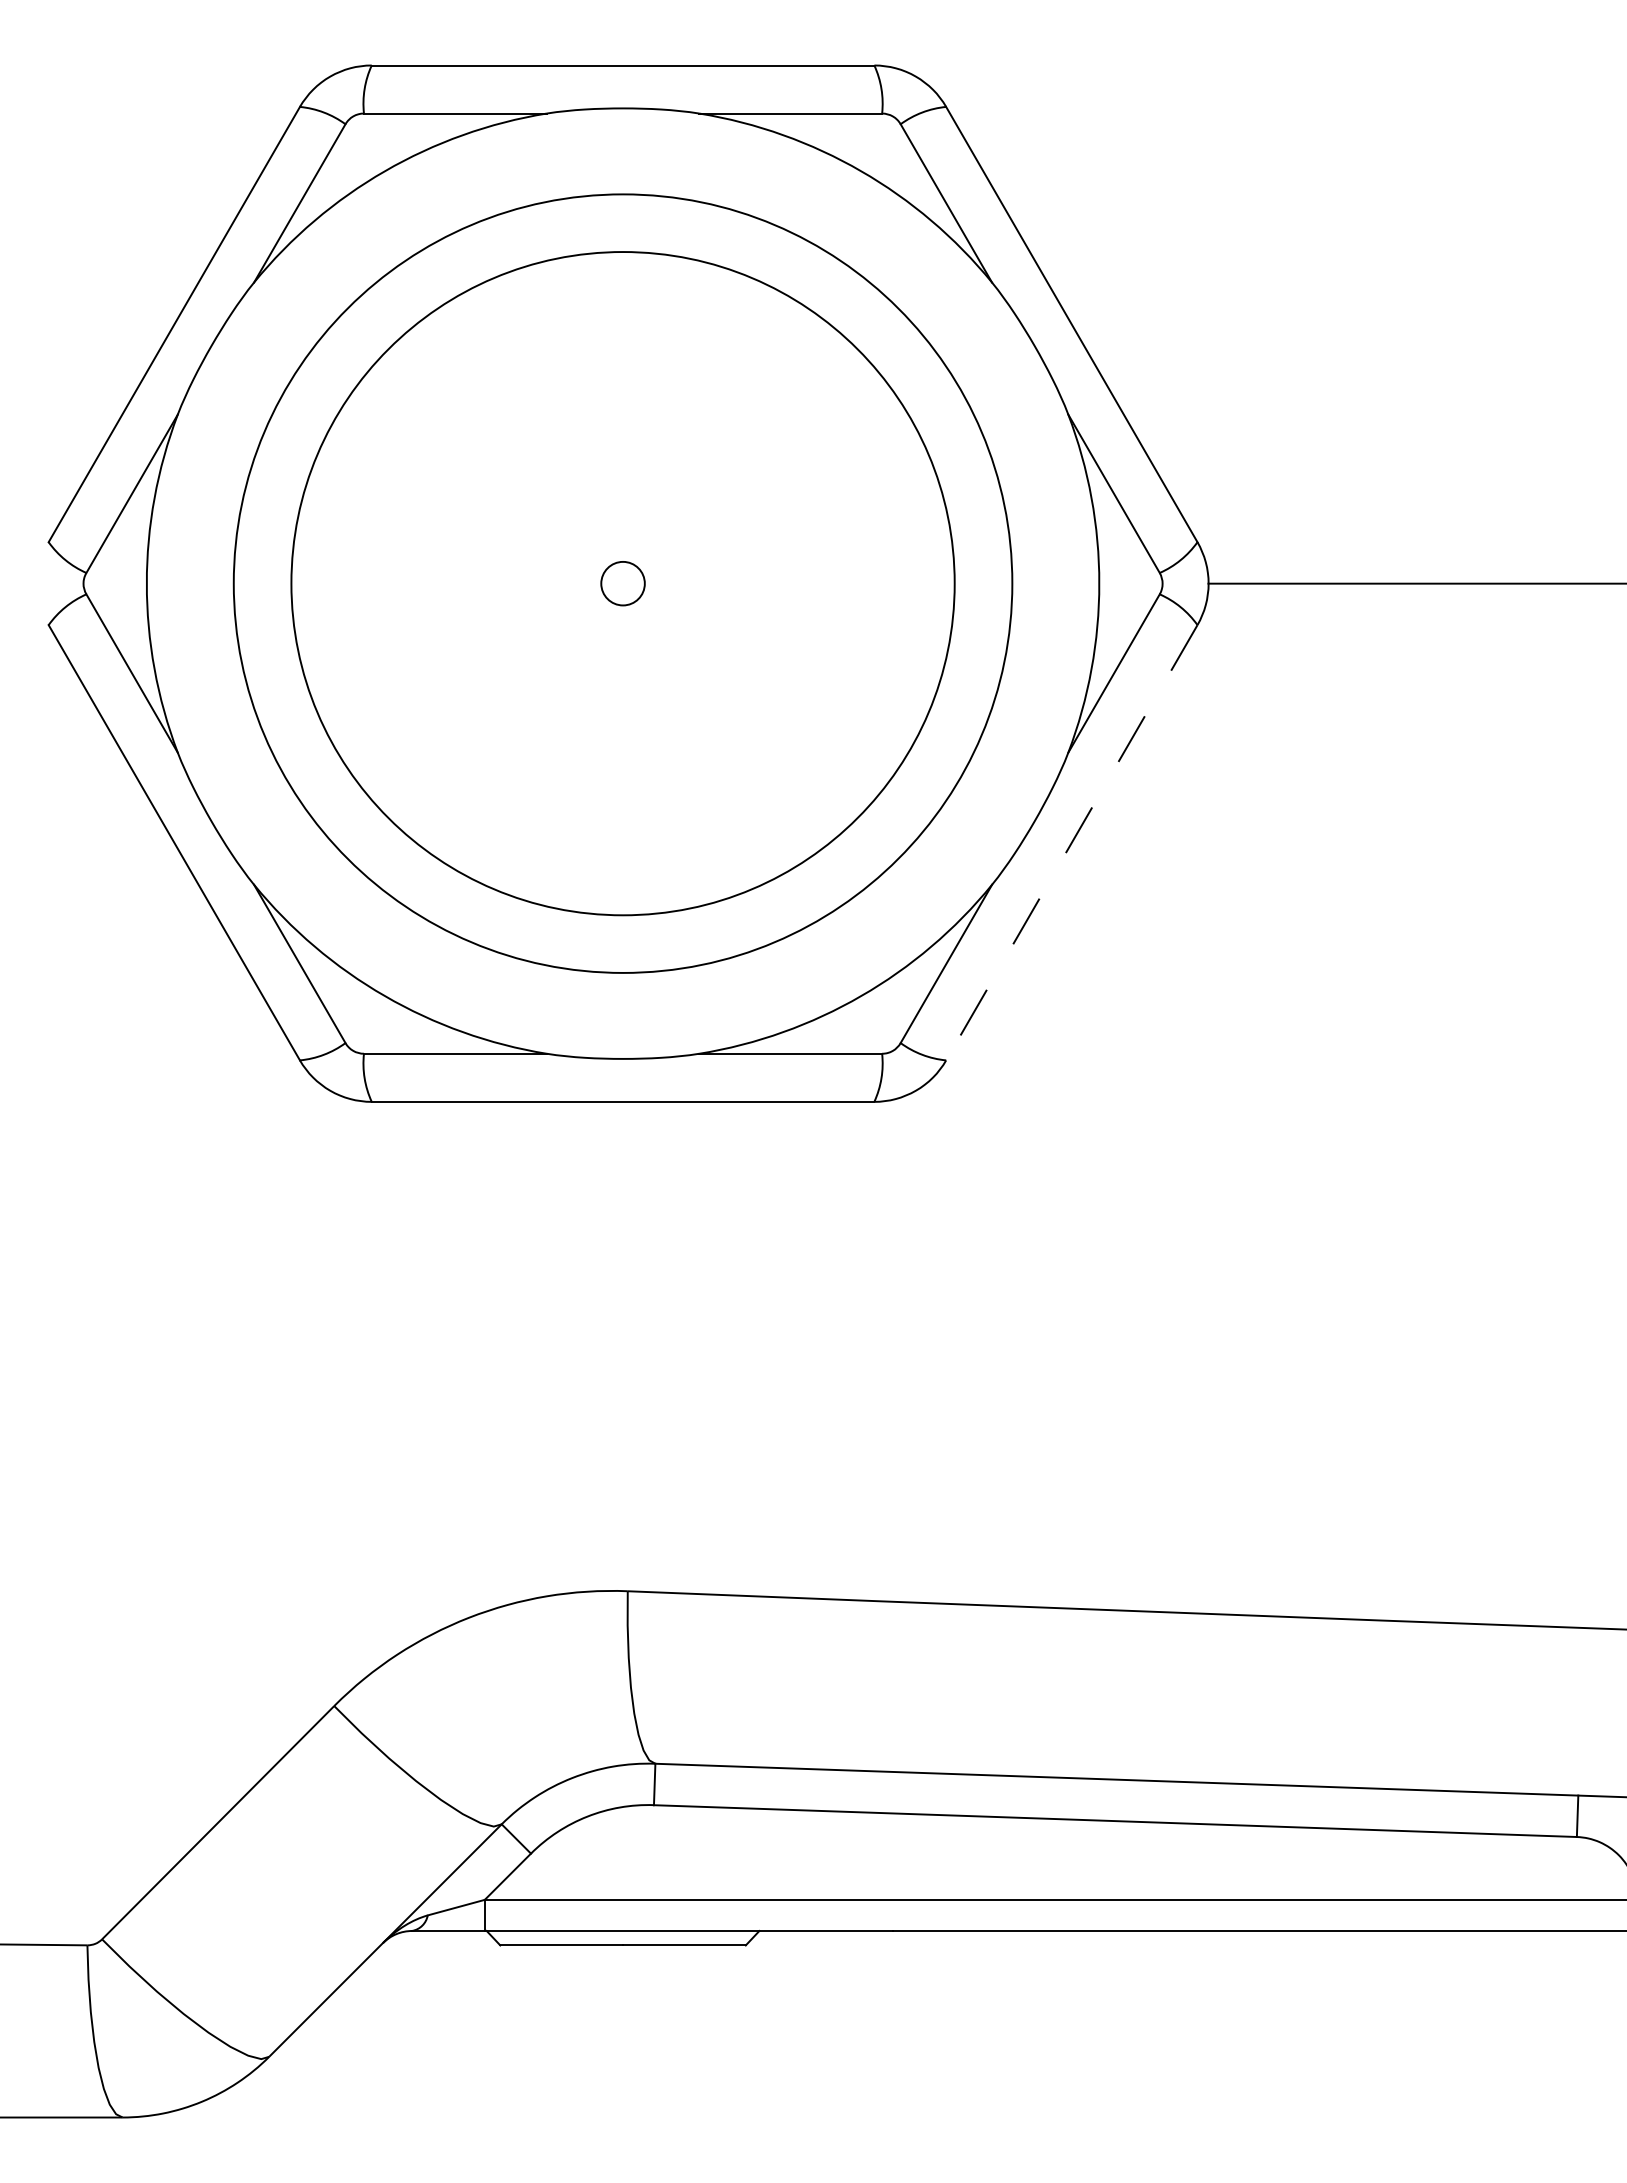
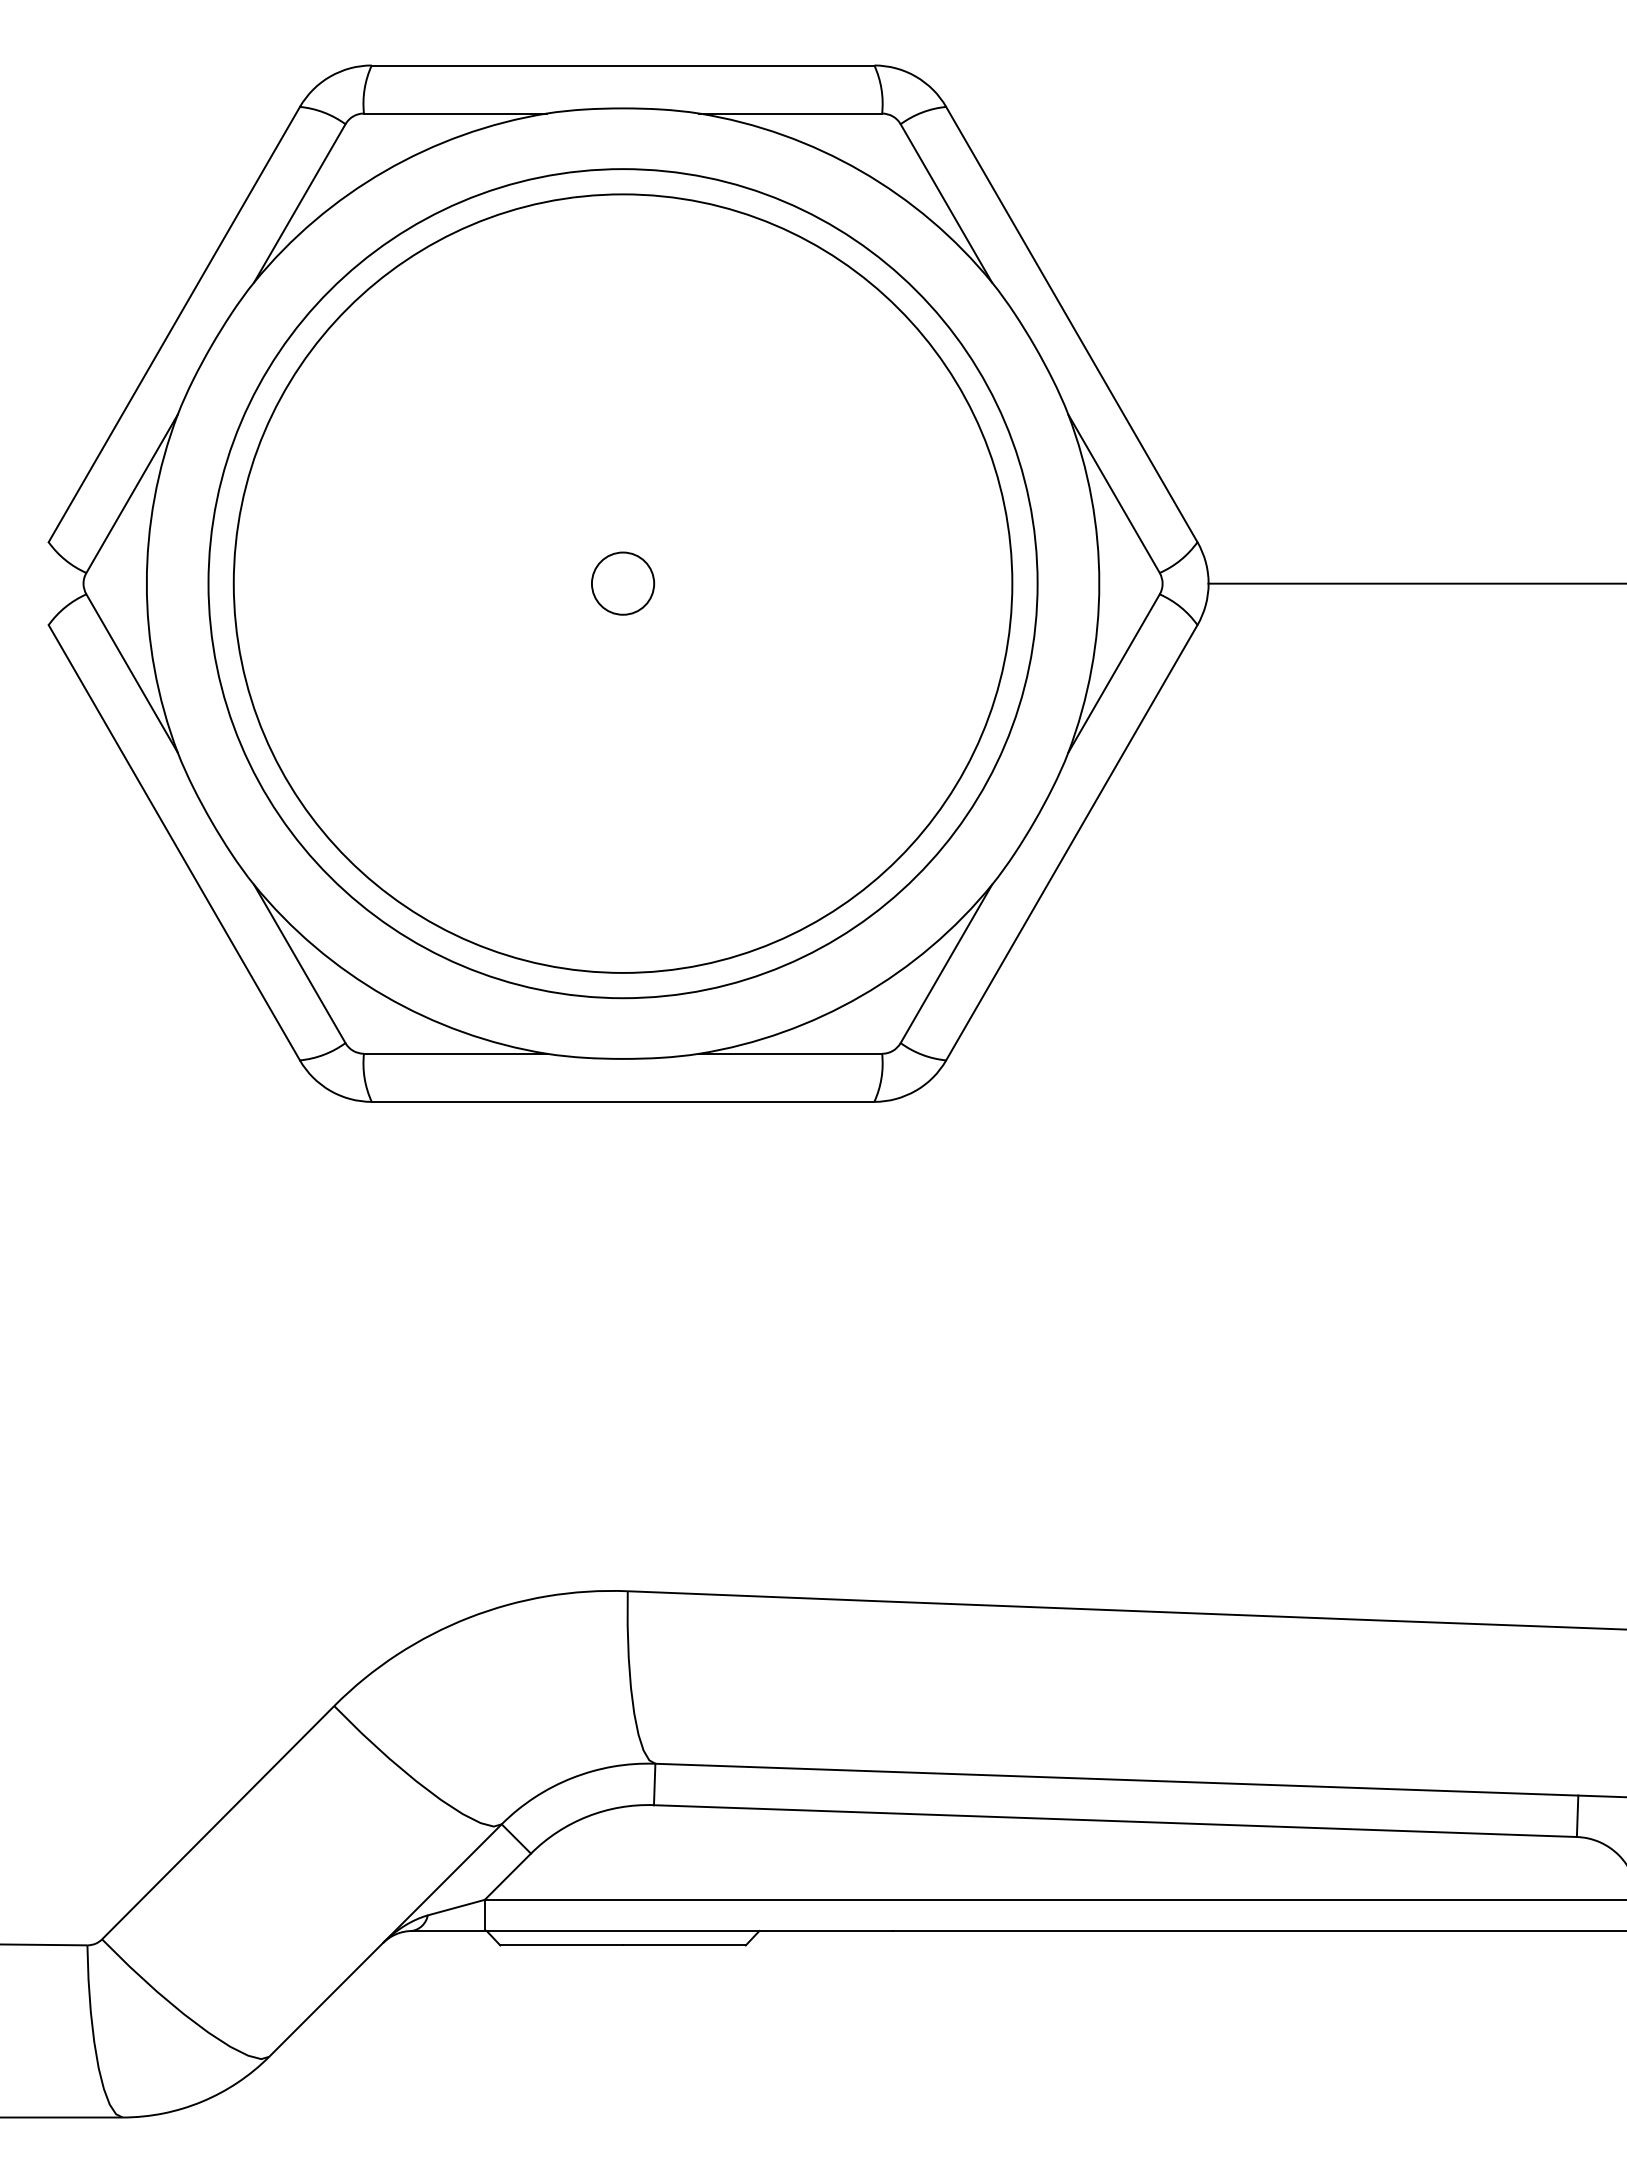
circle at (622, 583) diameter: 44 px -> 62 px
circle at (622, 583) diameter: 663 px -> 829 px
line at (1071, 843): dashed -> solid
